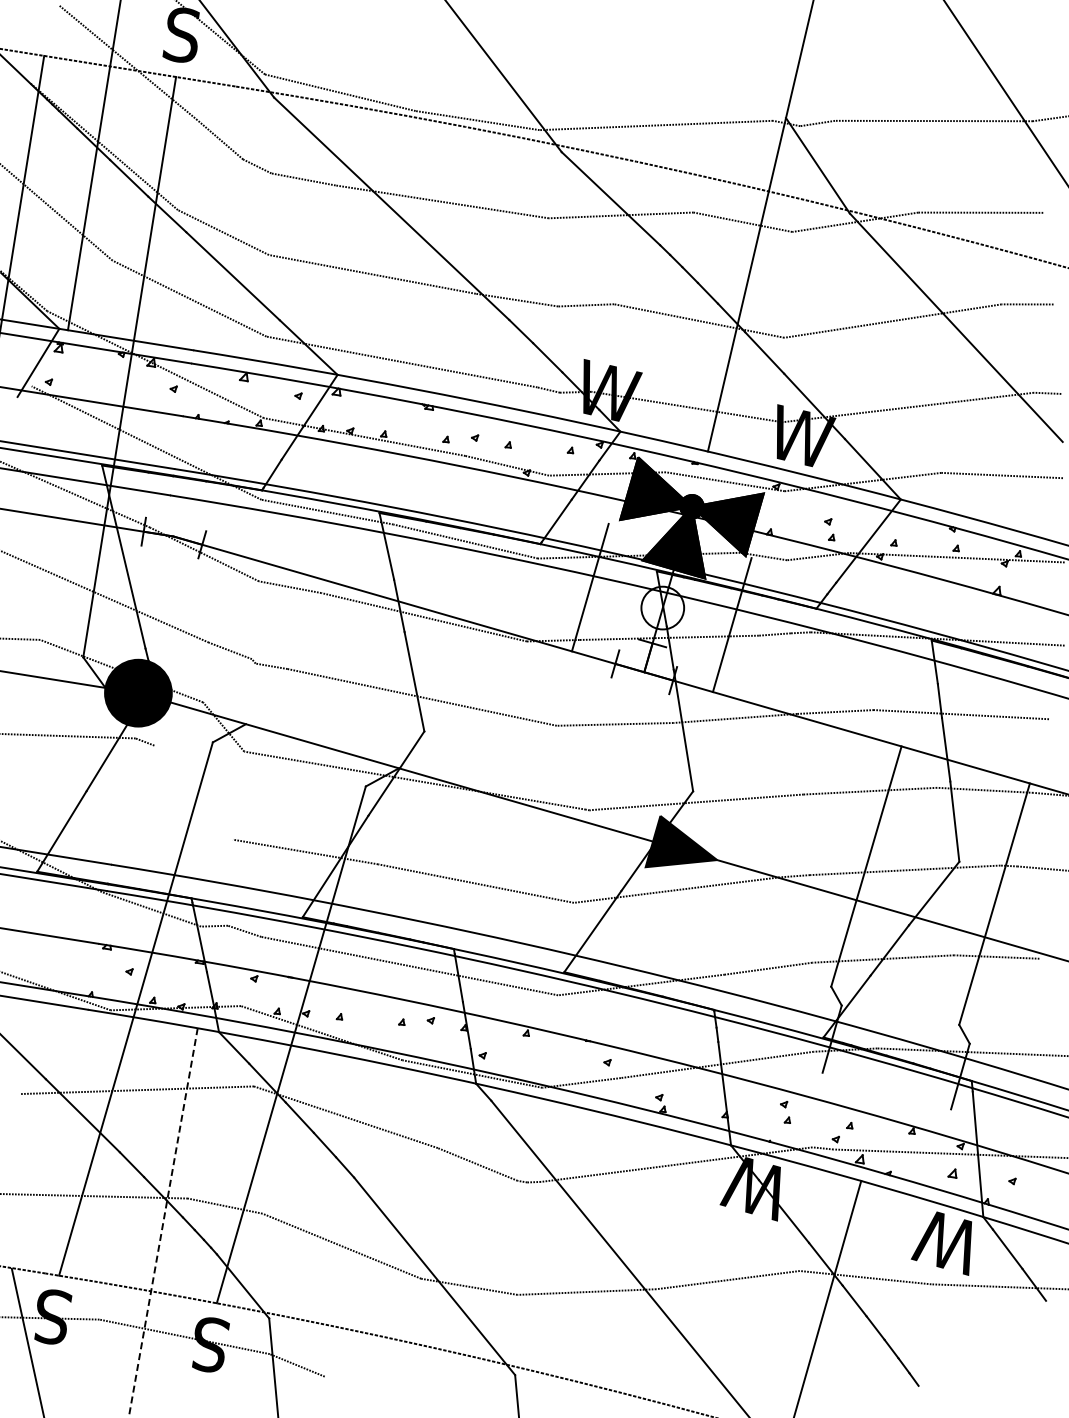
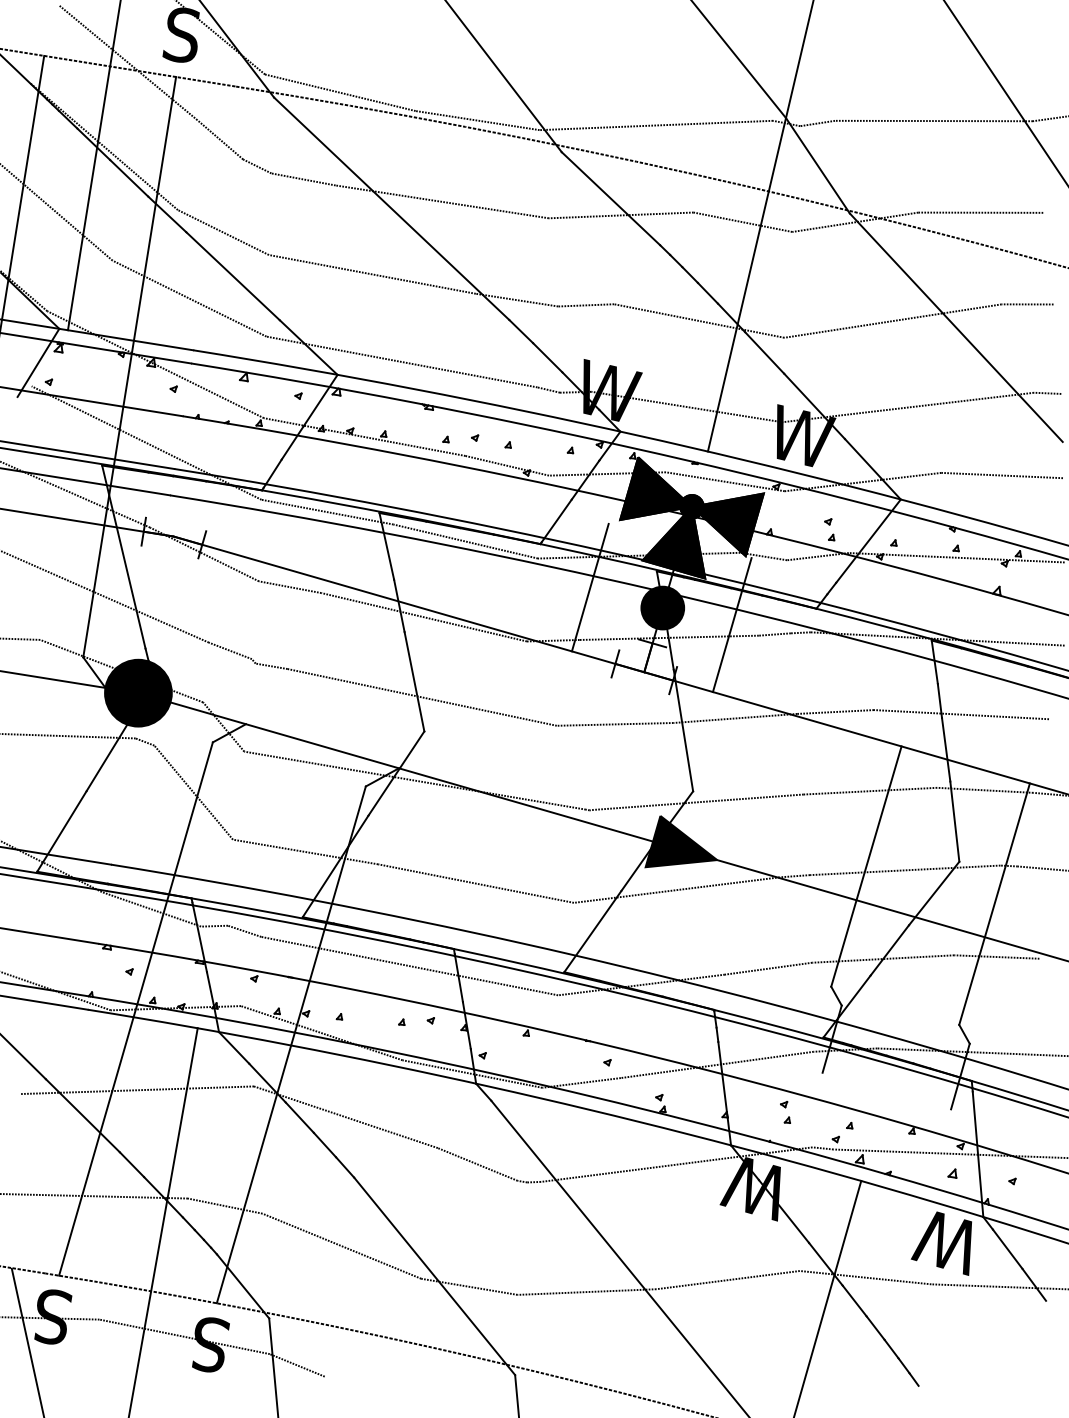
line at (739, 60): none -> present
fill at (662, 607): none -> present
line at (193, 792): none -> present
line at (163, 1223): dashed -> solid
